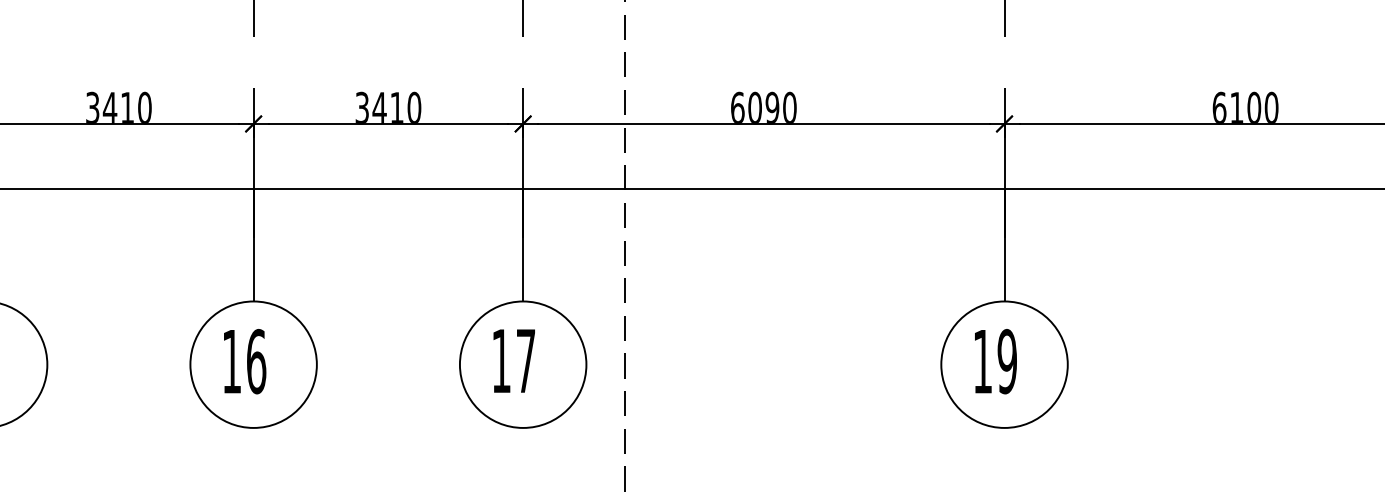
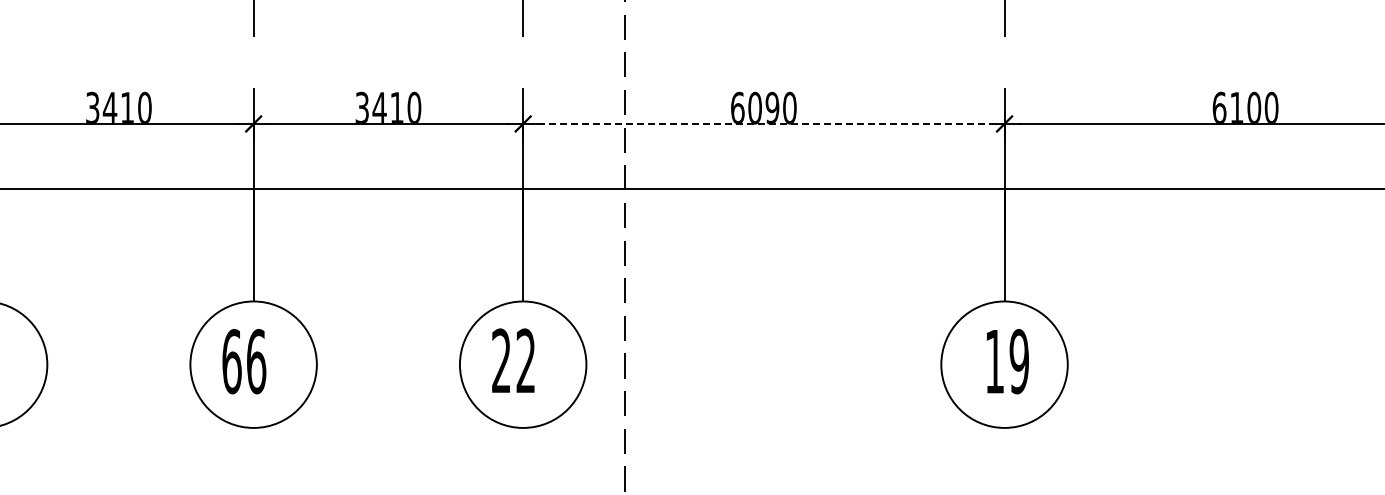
line at (763, 123): solid -> dashed
text at (513, 360): 17 -> 22
text at (231, 361): 16 -> 66
text at (995, 361) position: (995, 361) -> (1007, 361)
